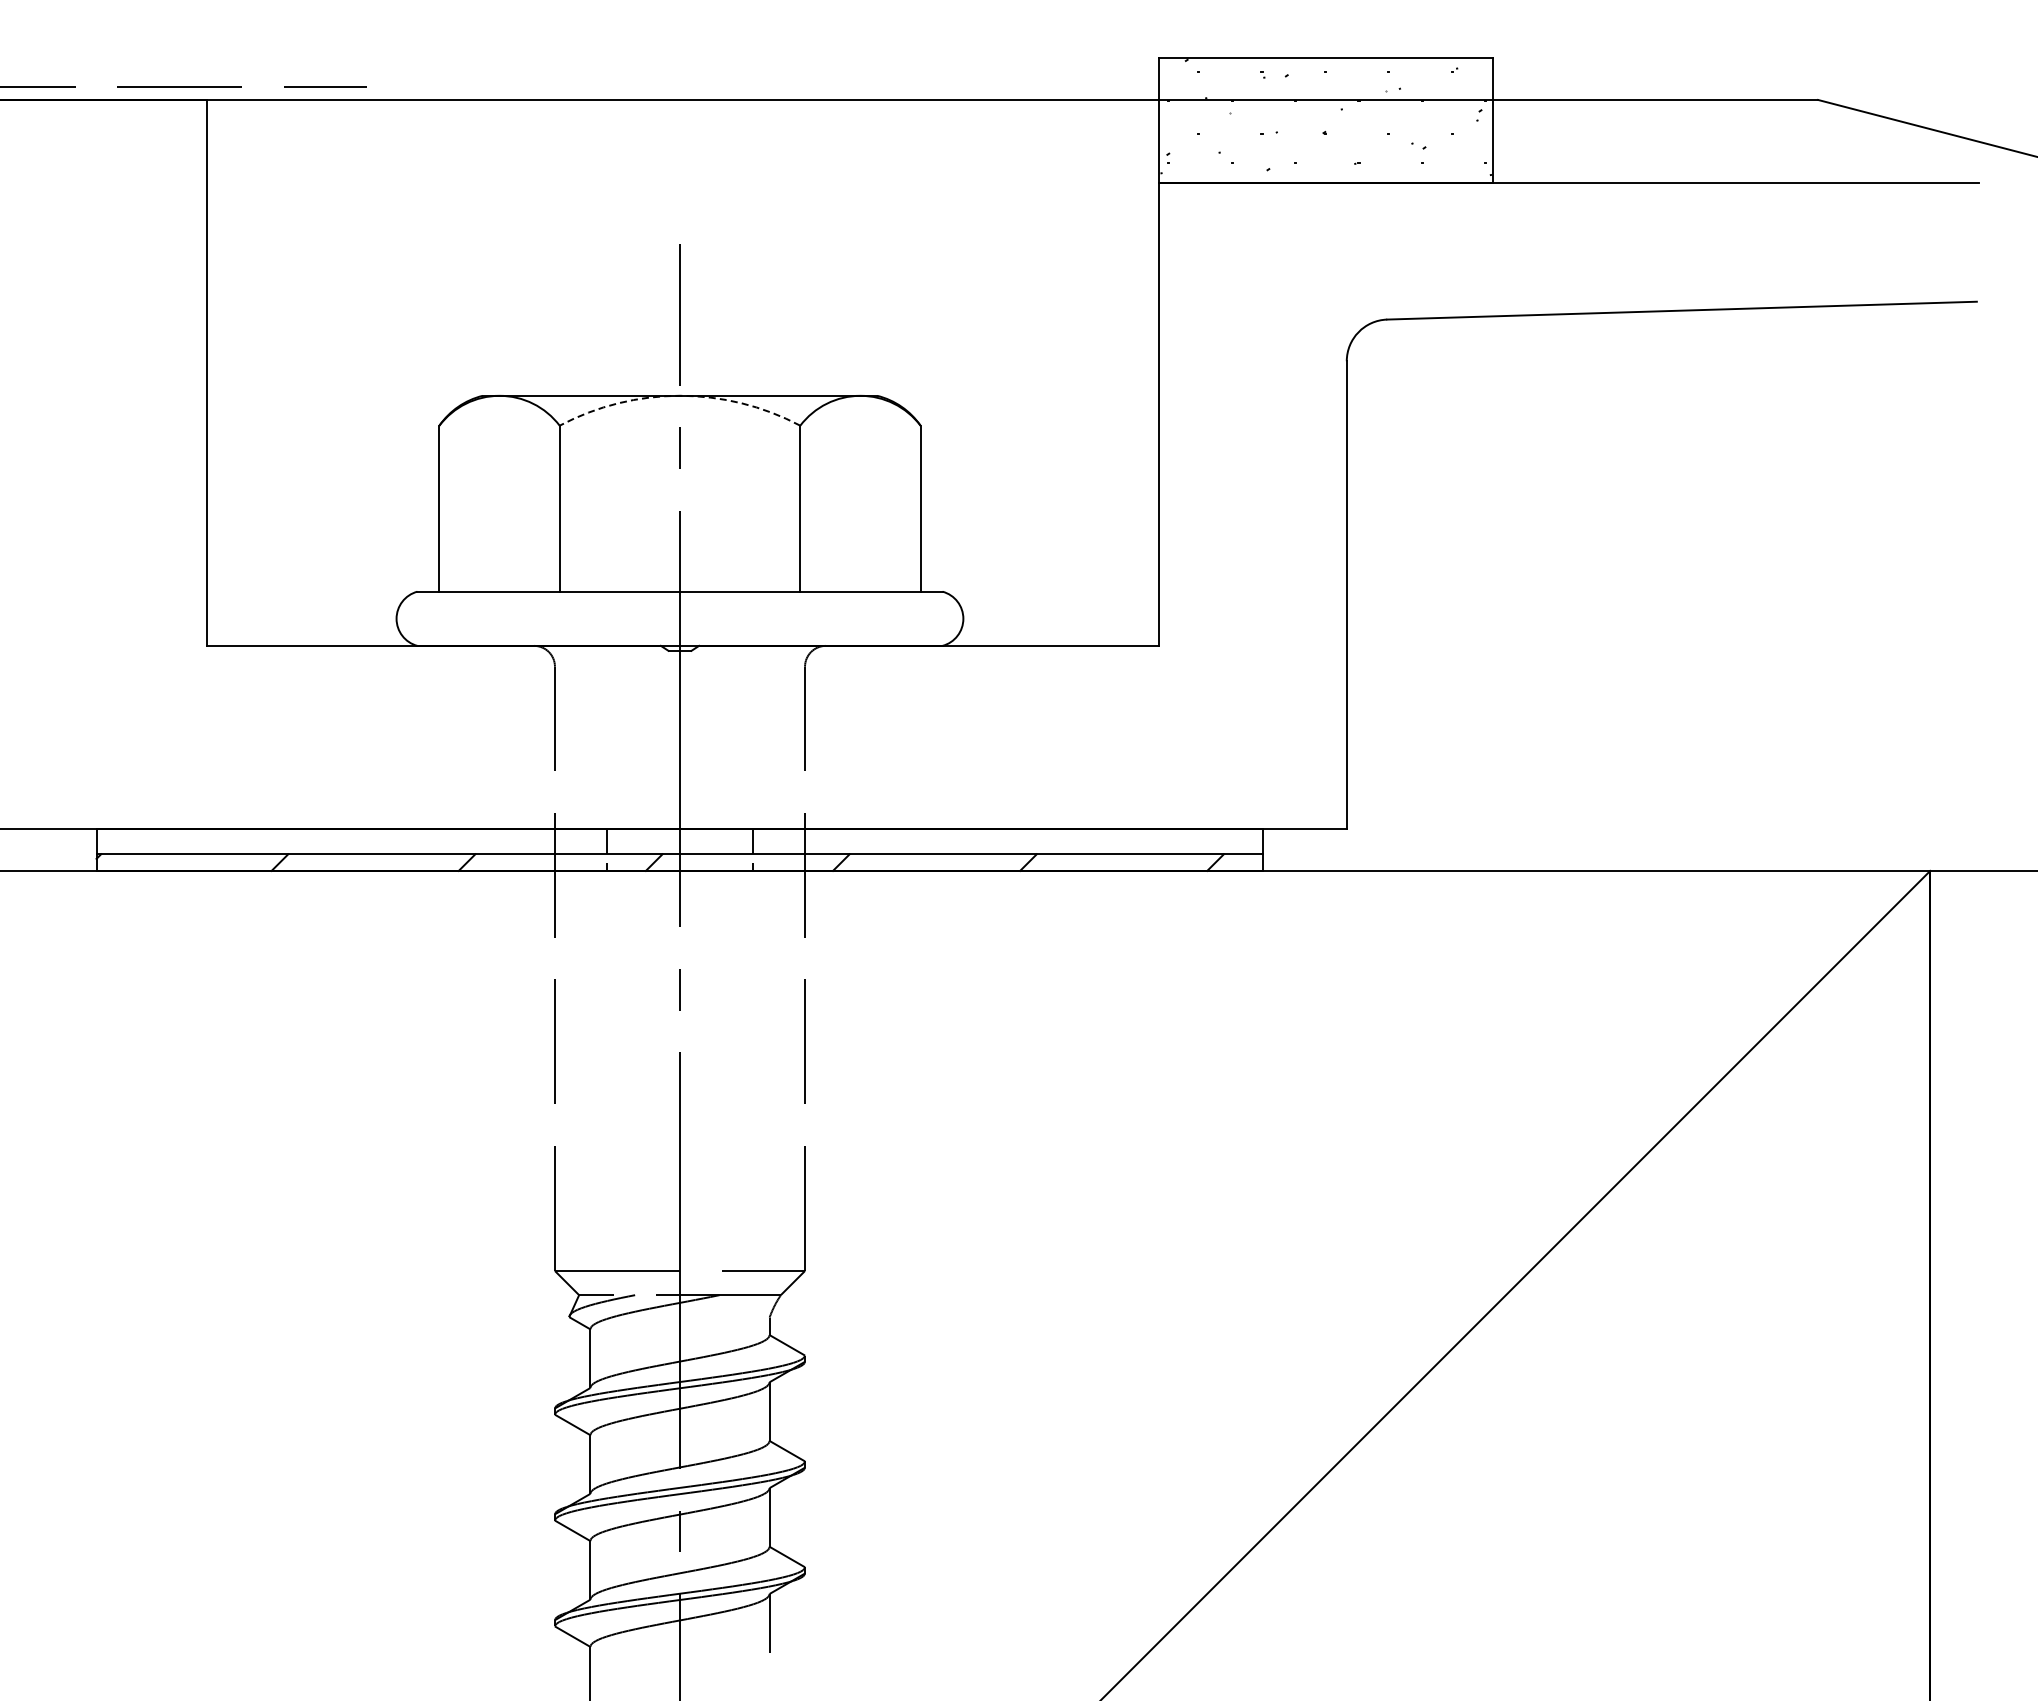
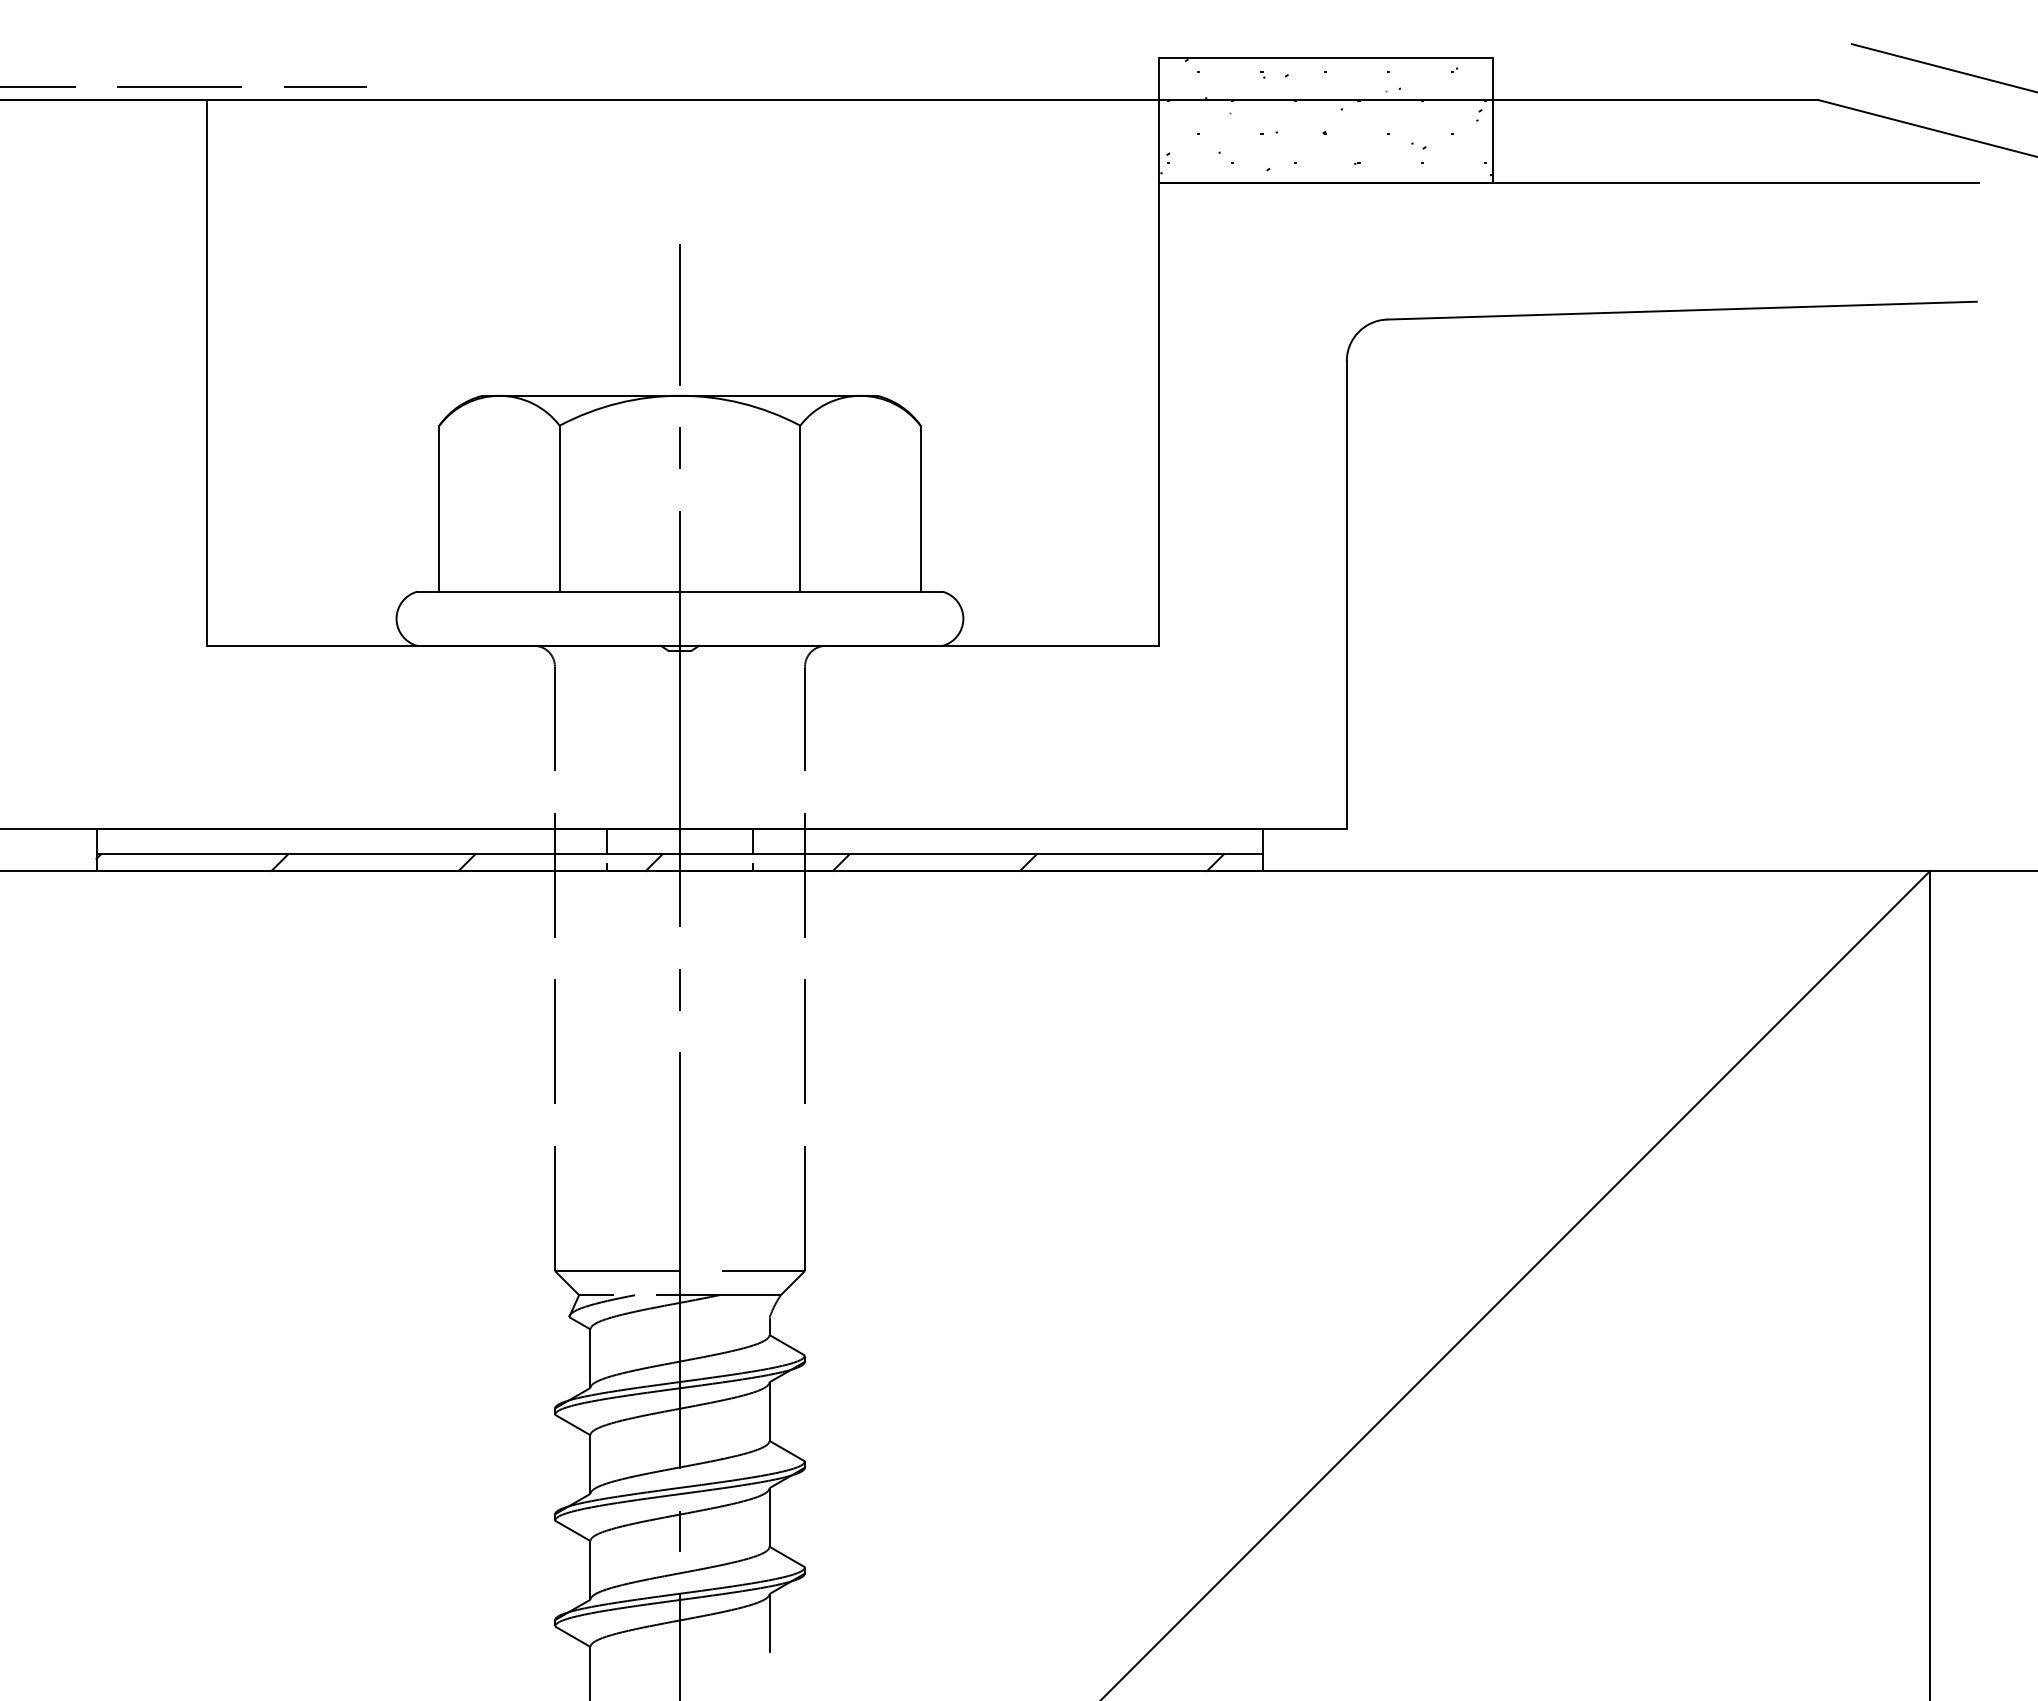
line at (1942, 67): none -> present
arc at (680, 395): dashed -> solid
